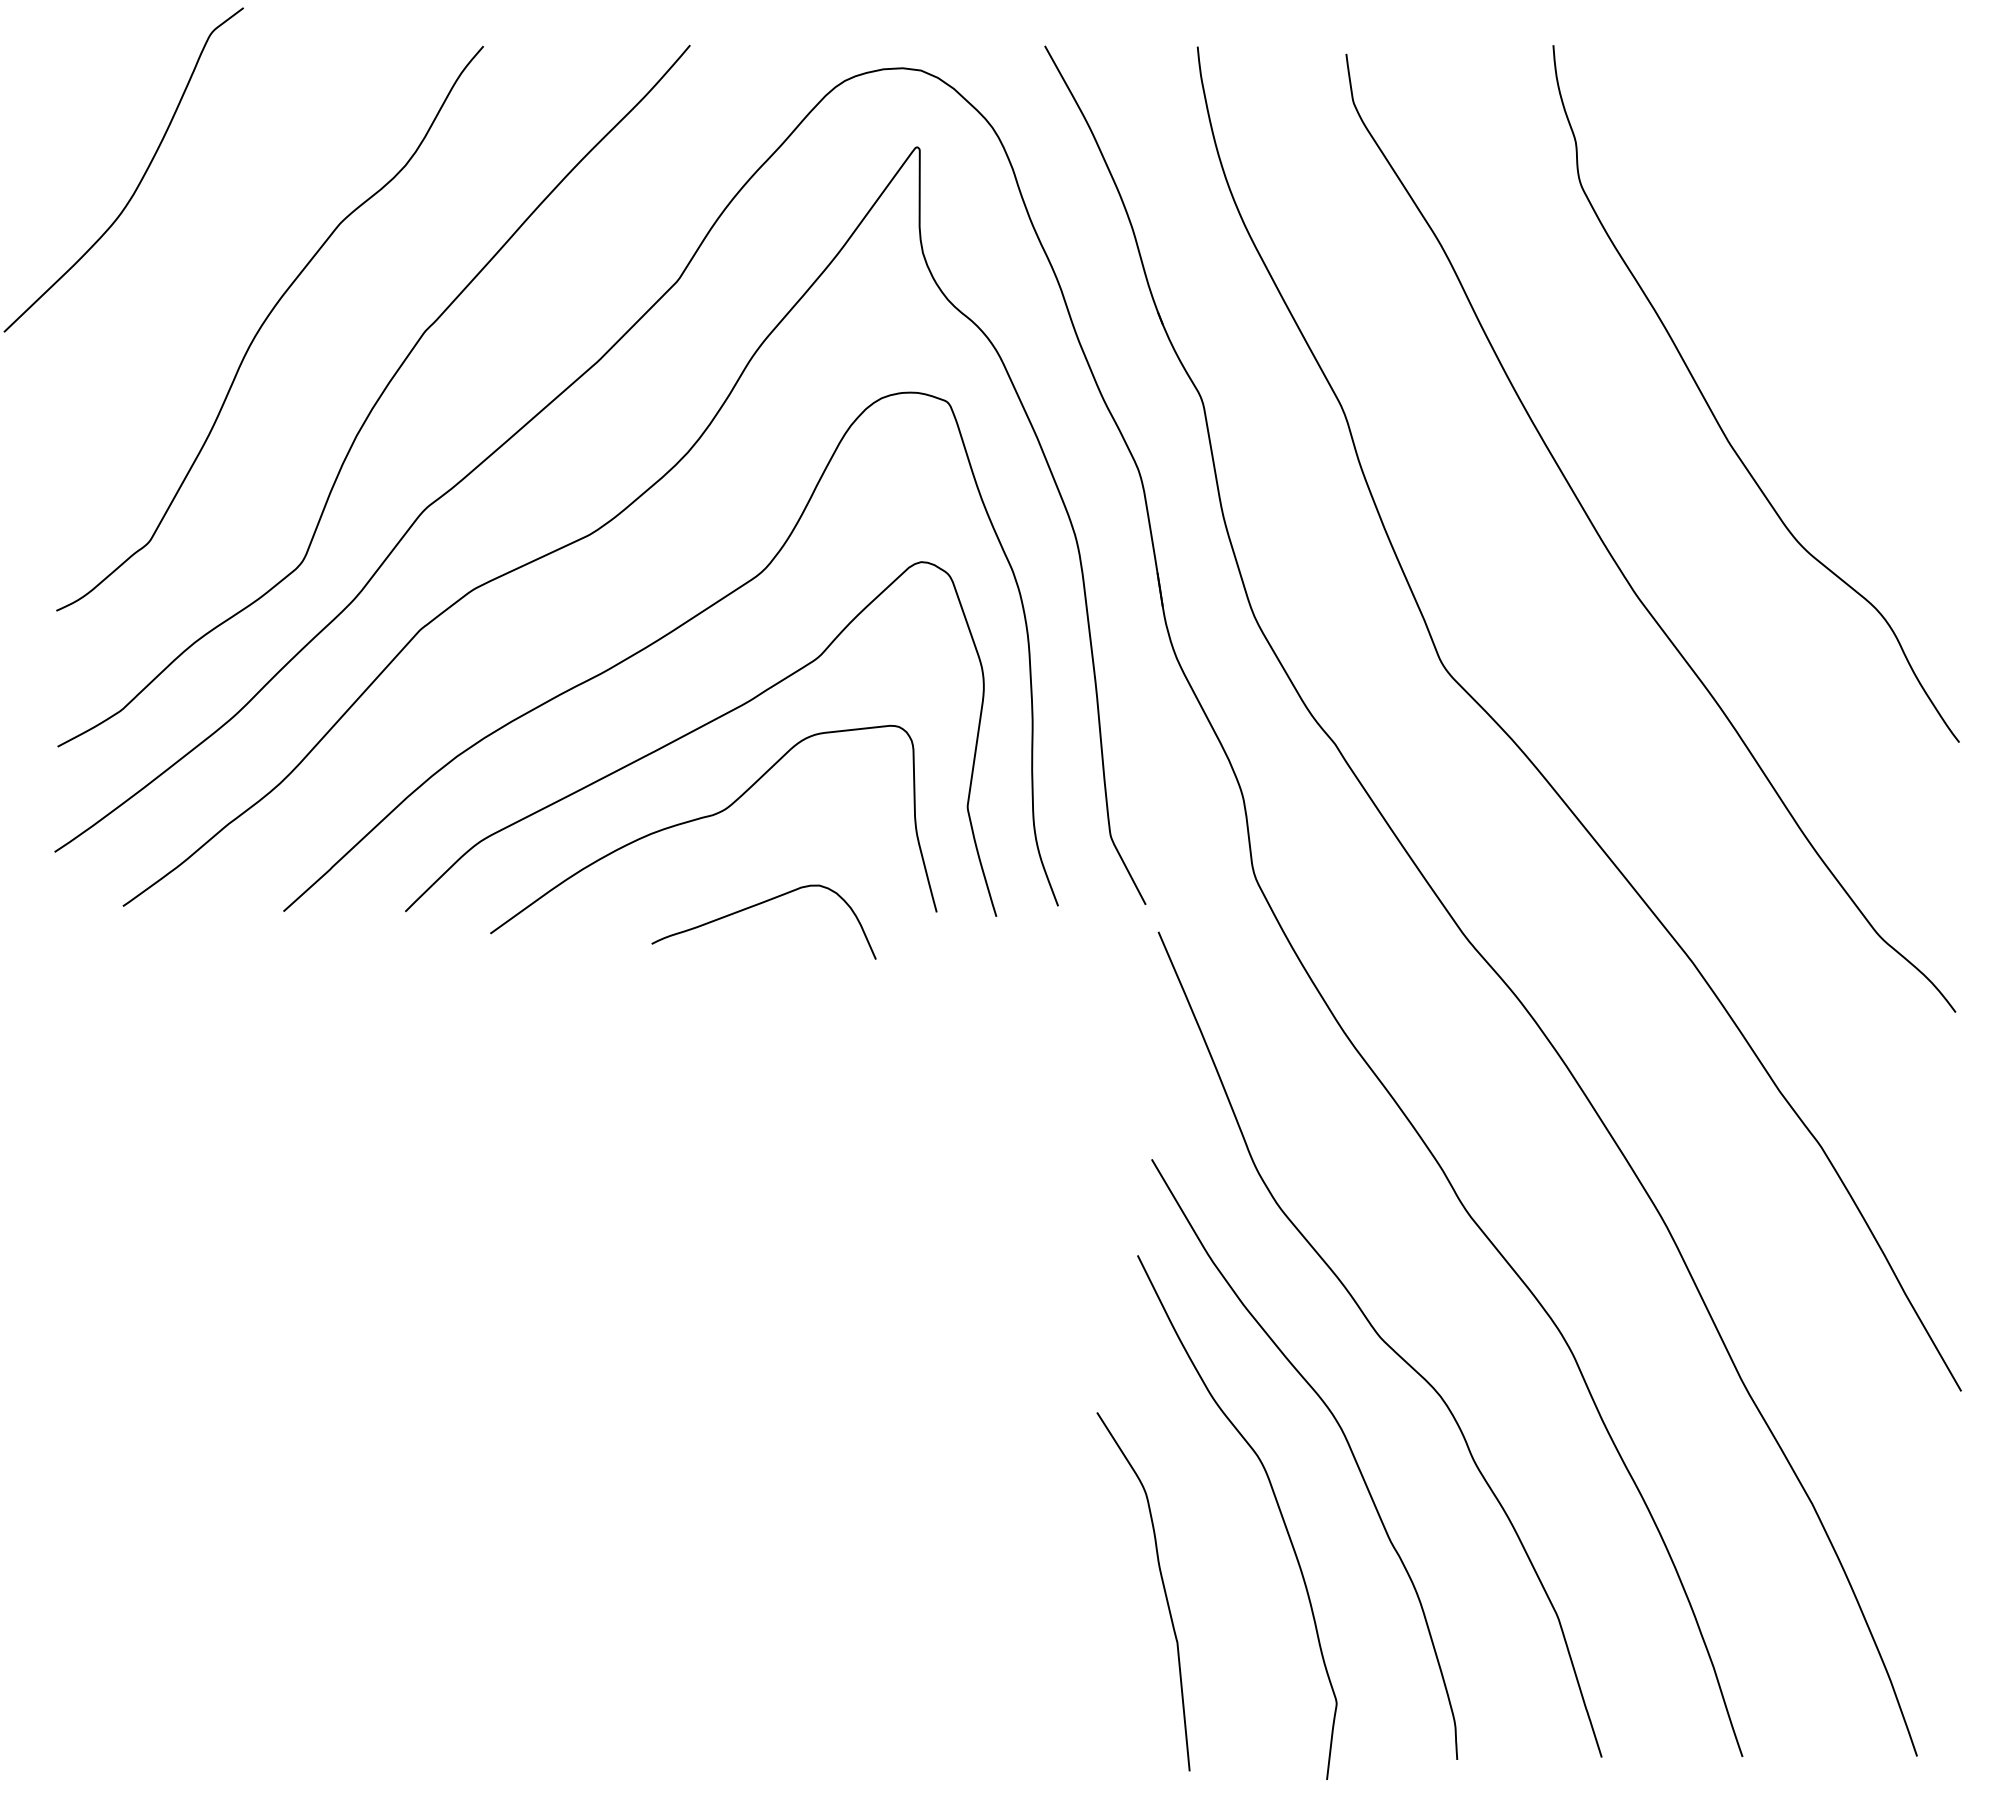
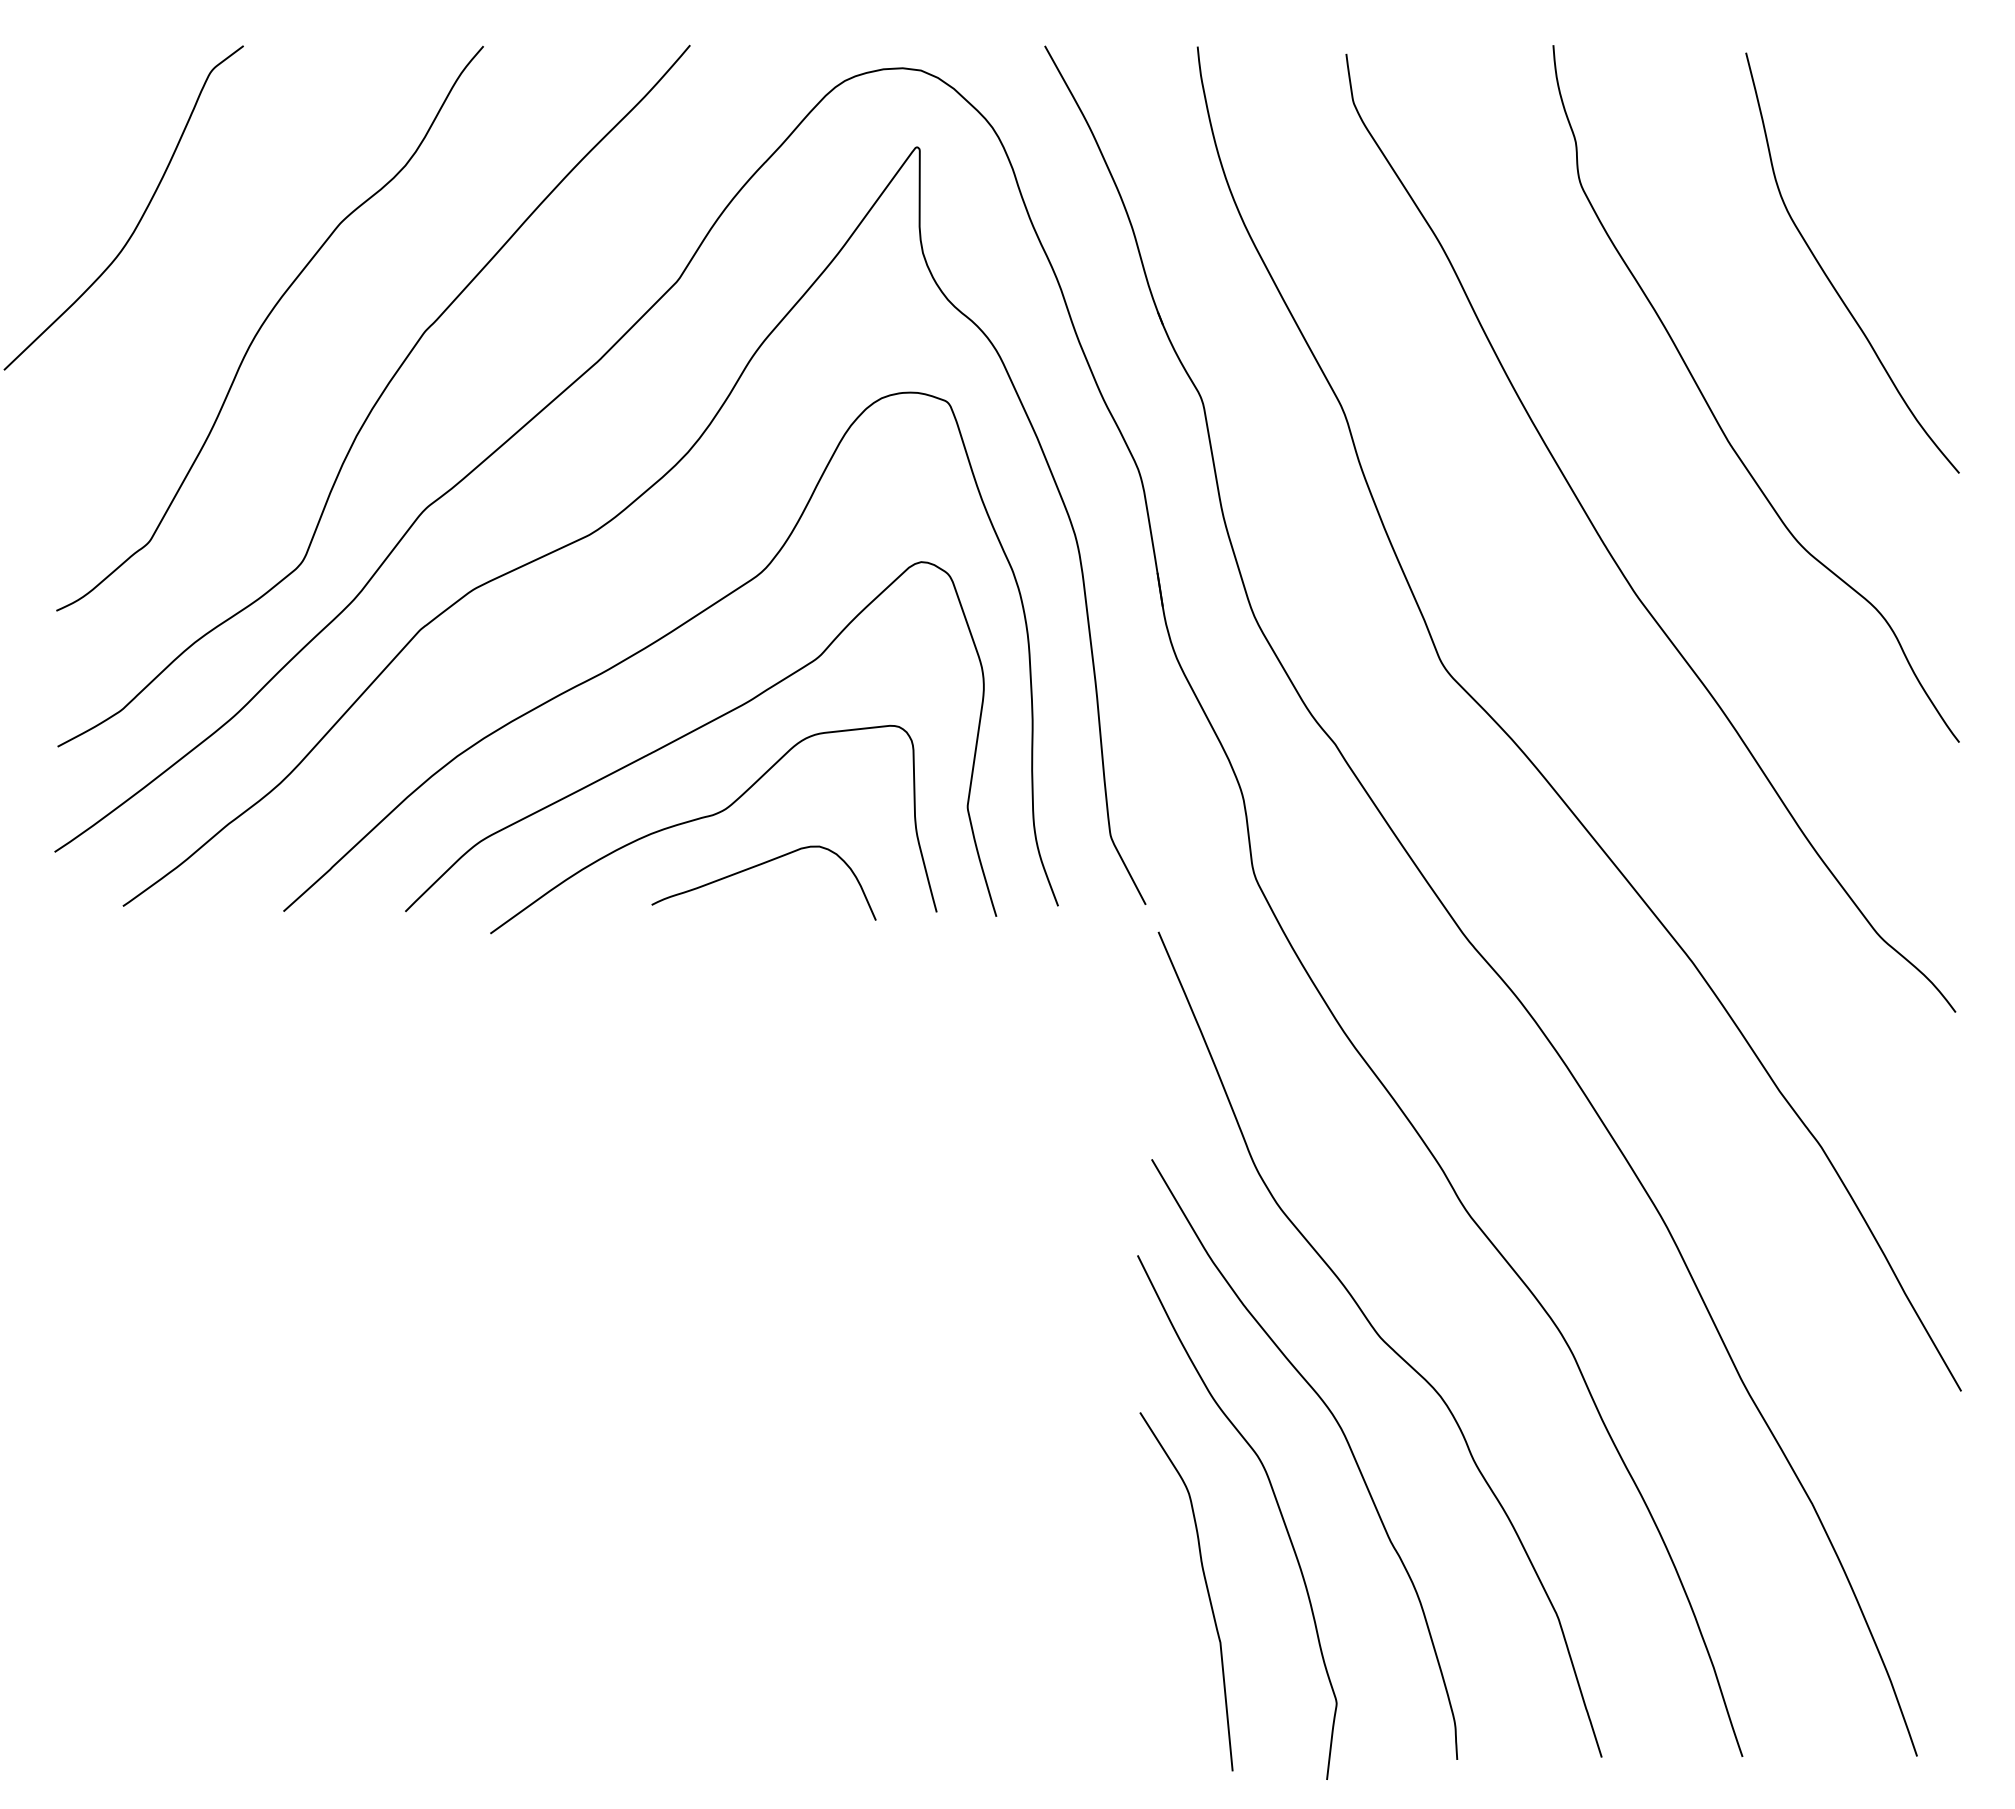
curve at (140, 179) position: (140, 179) -> (140, 217)
curve at (1829, 278): none -> present
curve at (758, 905) position: (758, 905) -> (758, 866)
curve at (1162, 1585) position: (1162, 1585) -> (1205, 1585)
